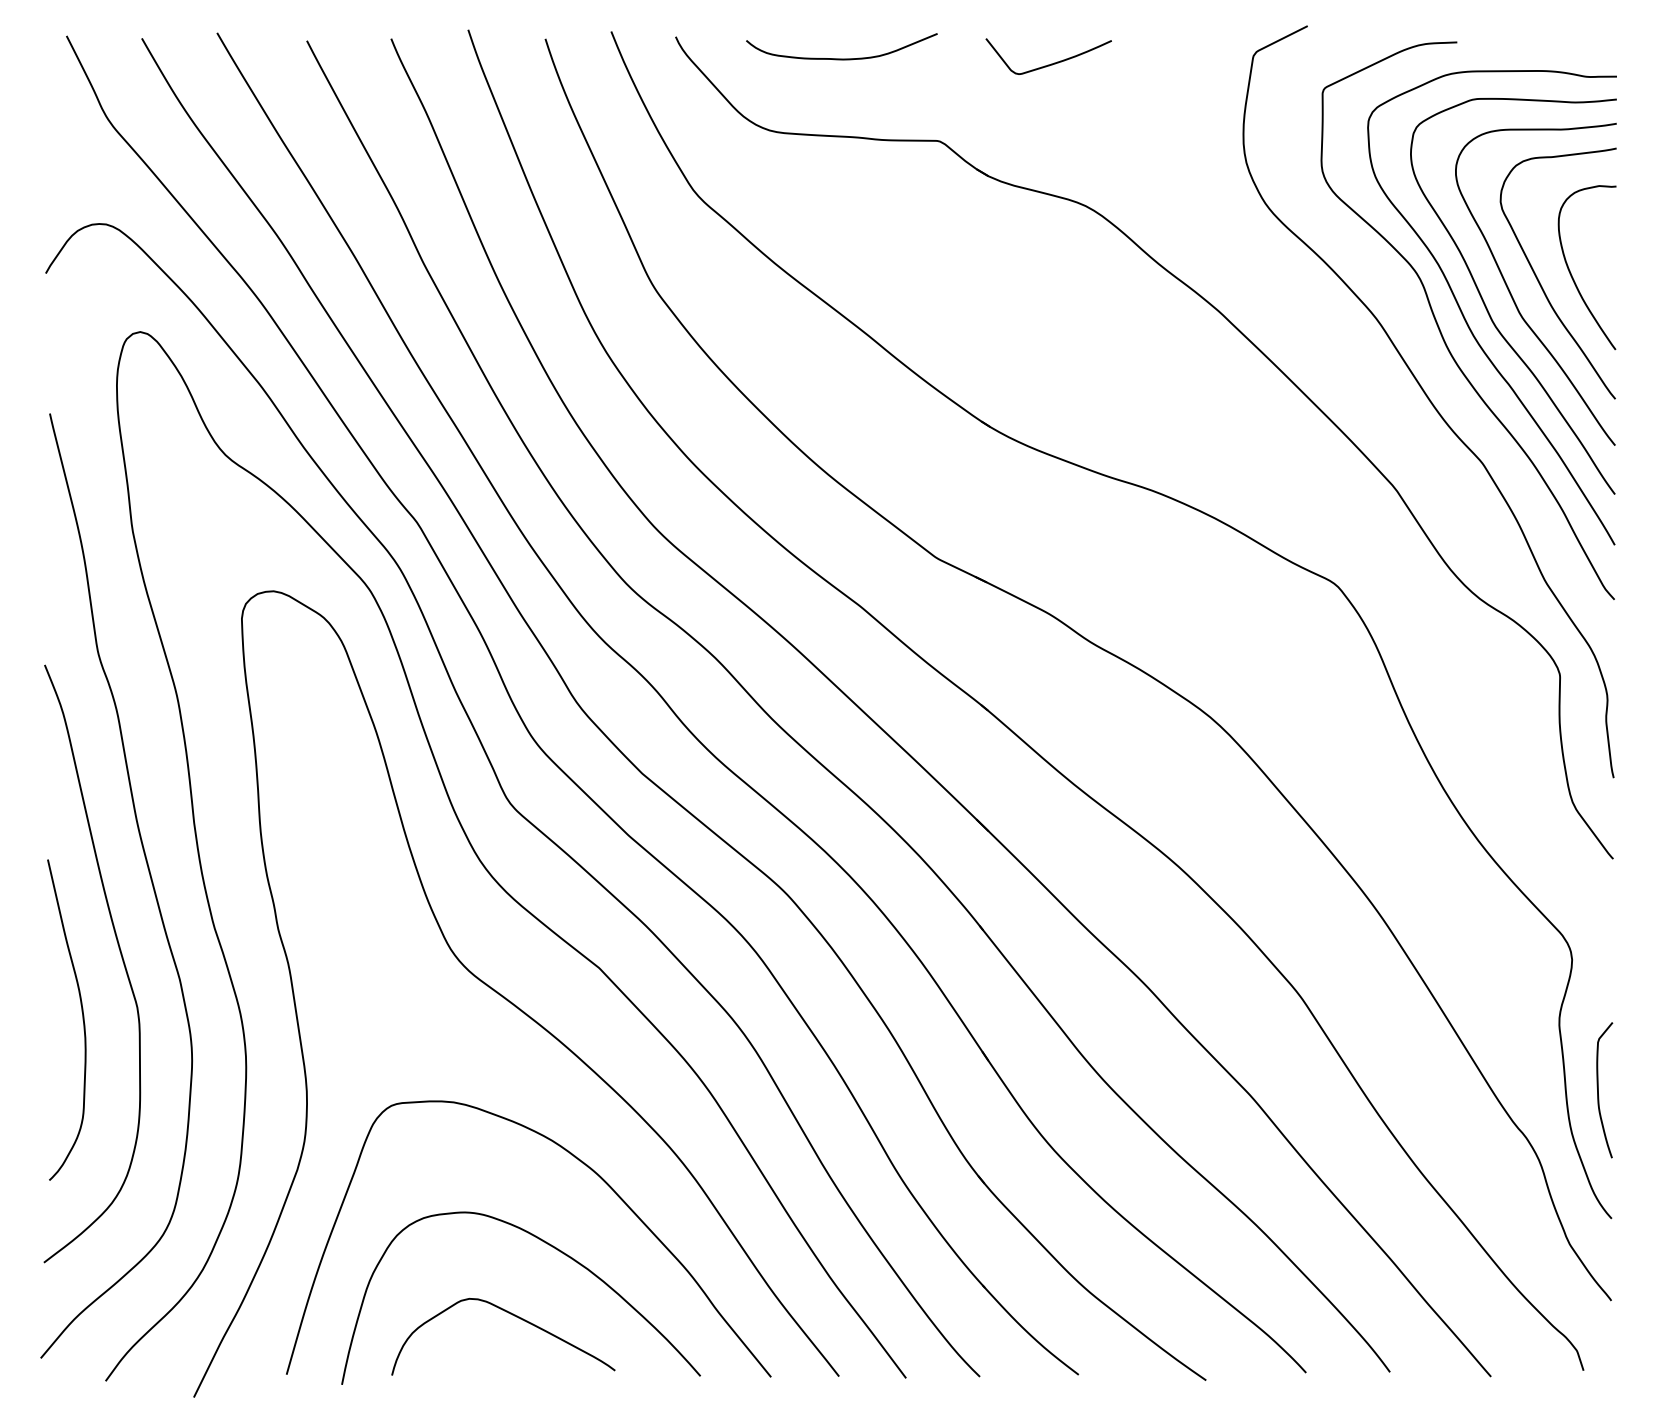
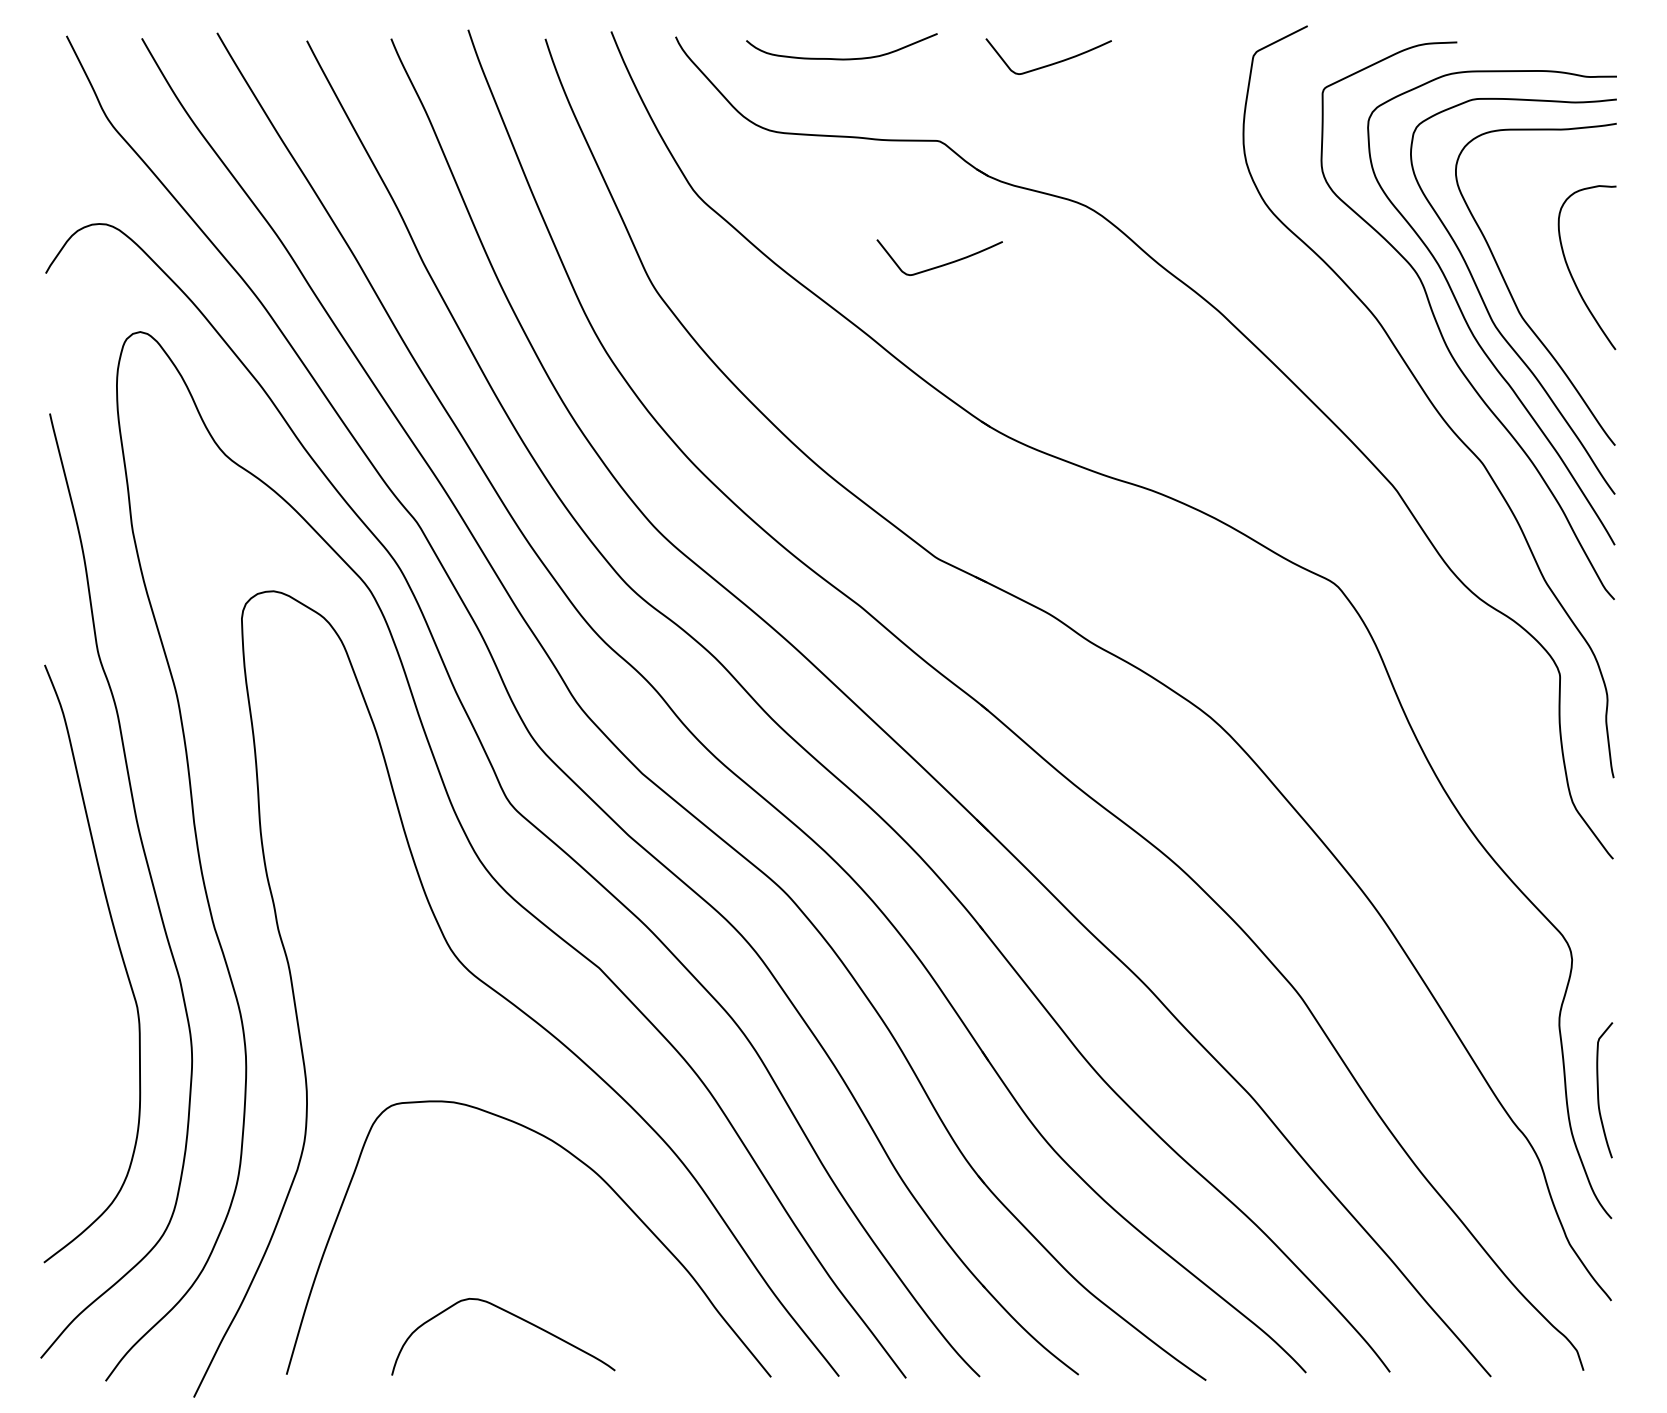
curve at (942, 264): none -> present
curve at (1540, 282): present -> none
curve at (82, 1019): present -> none
curve at (550, 1246): present -> none
